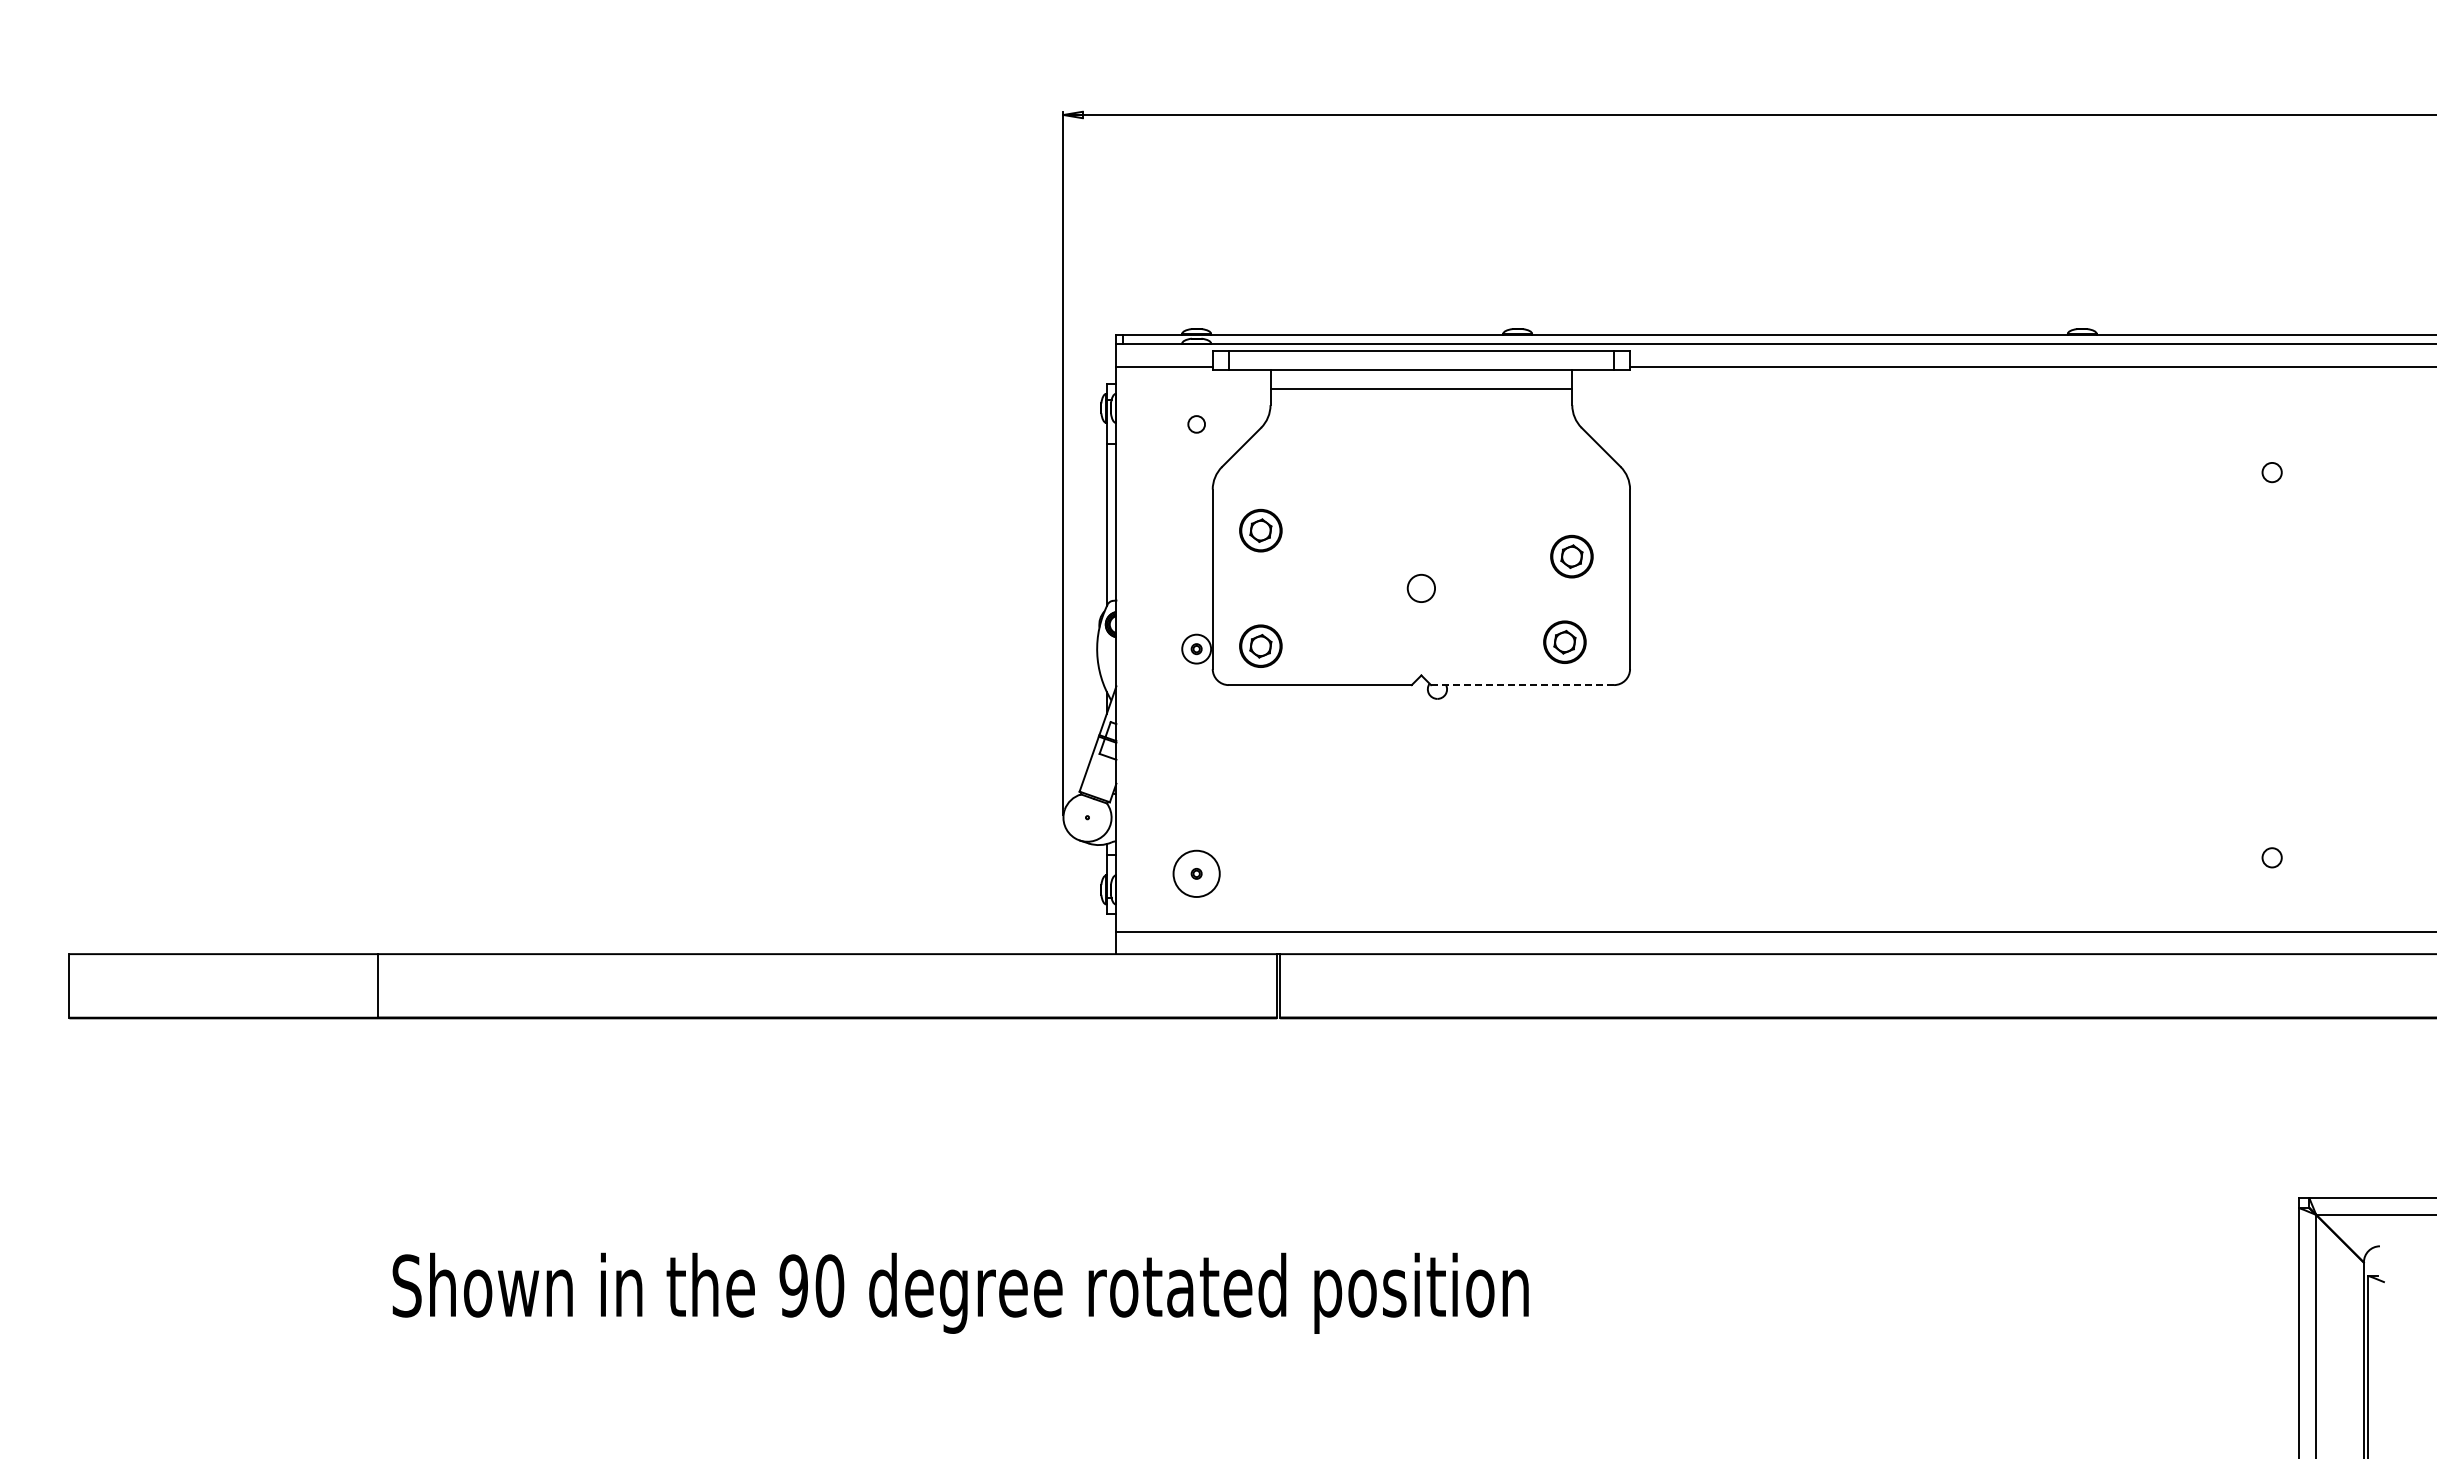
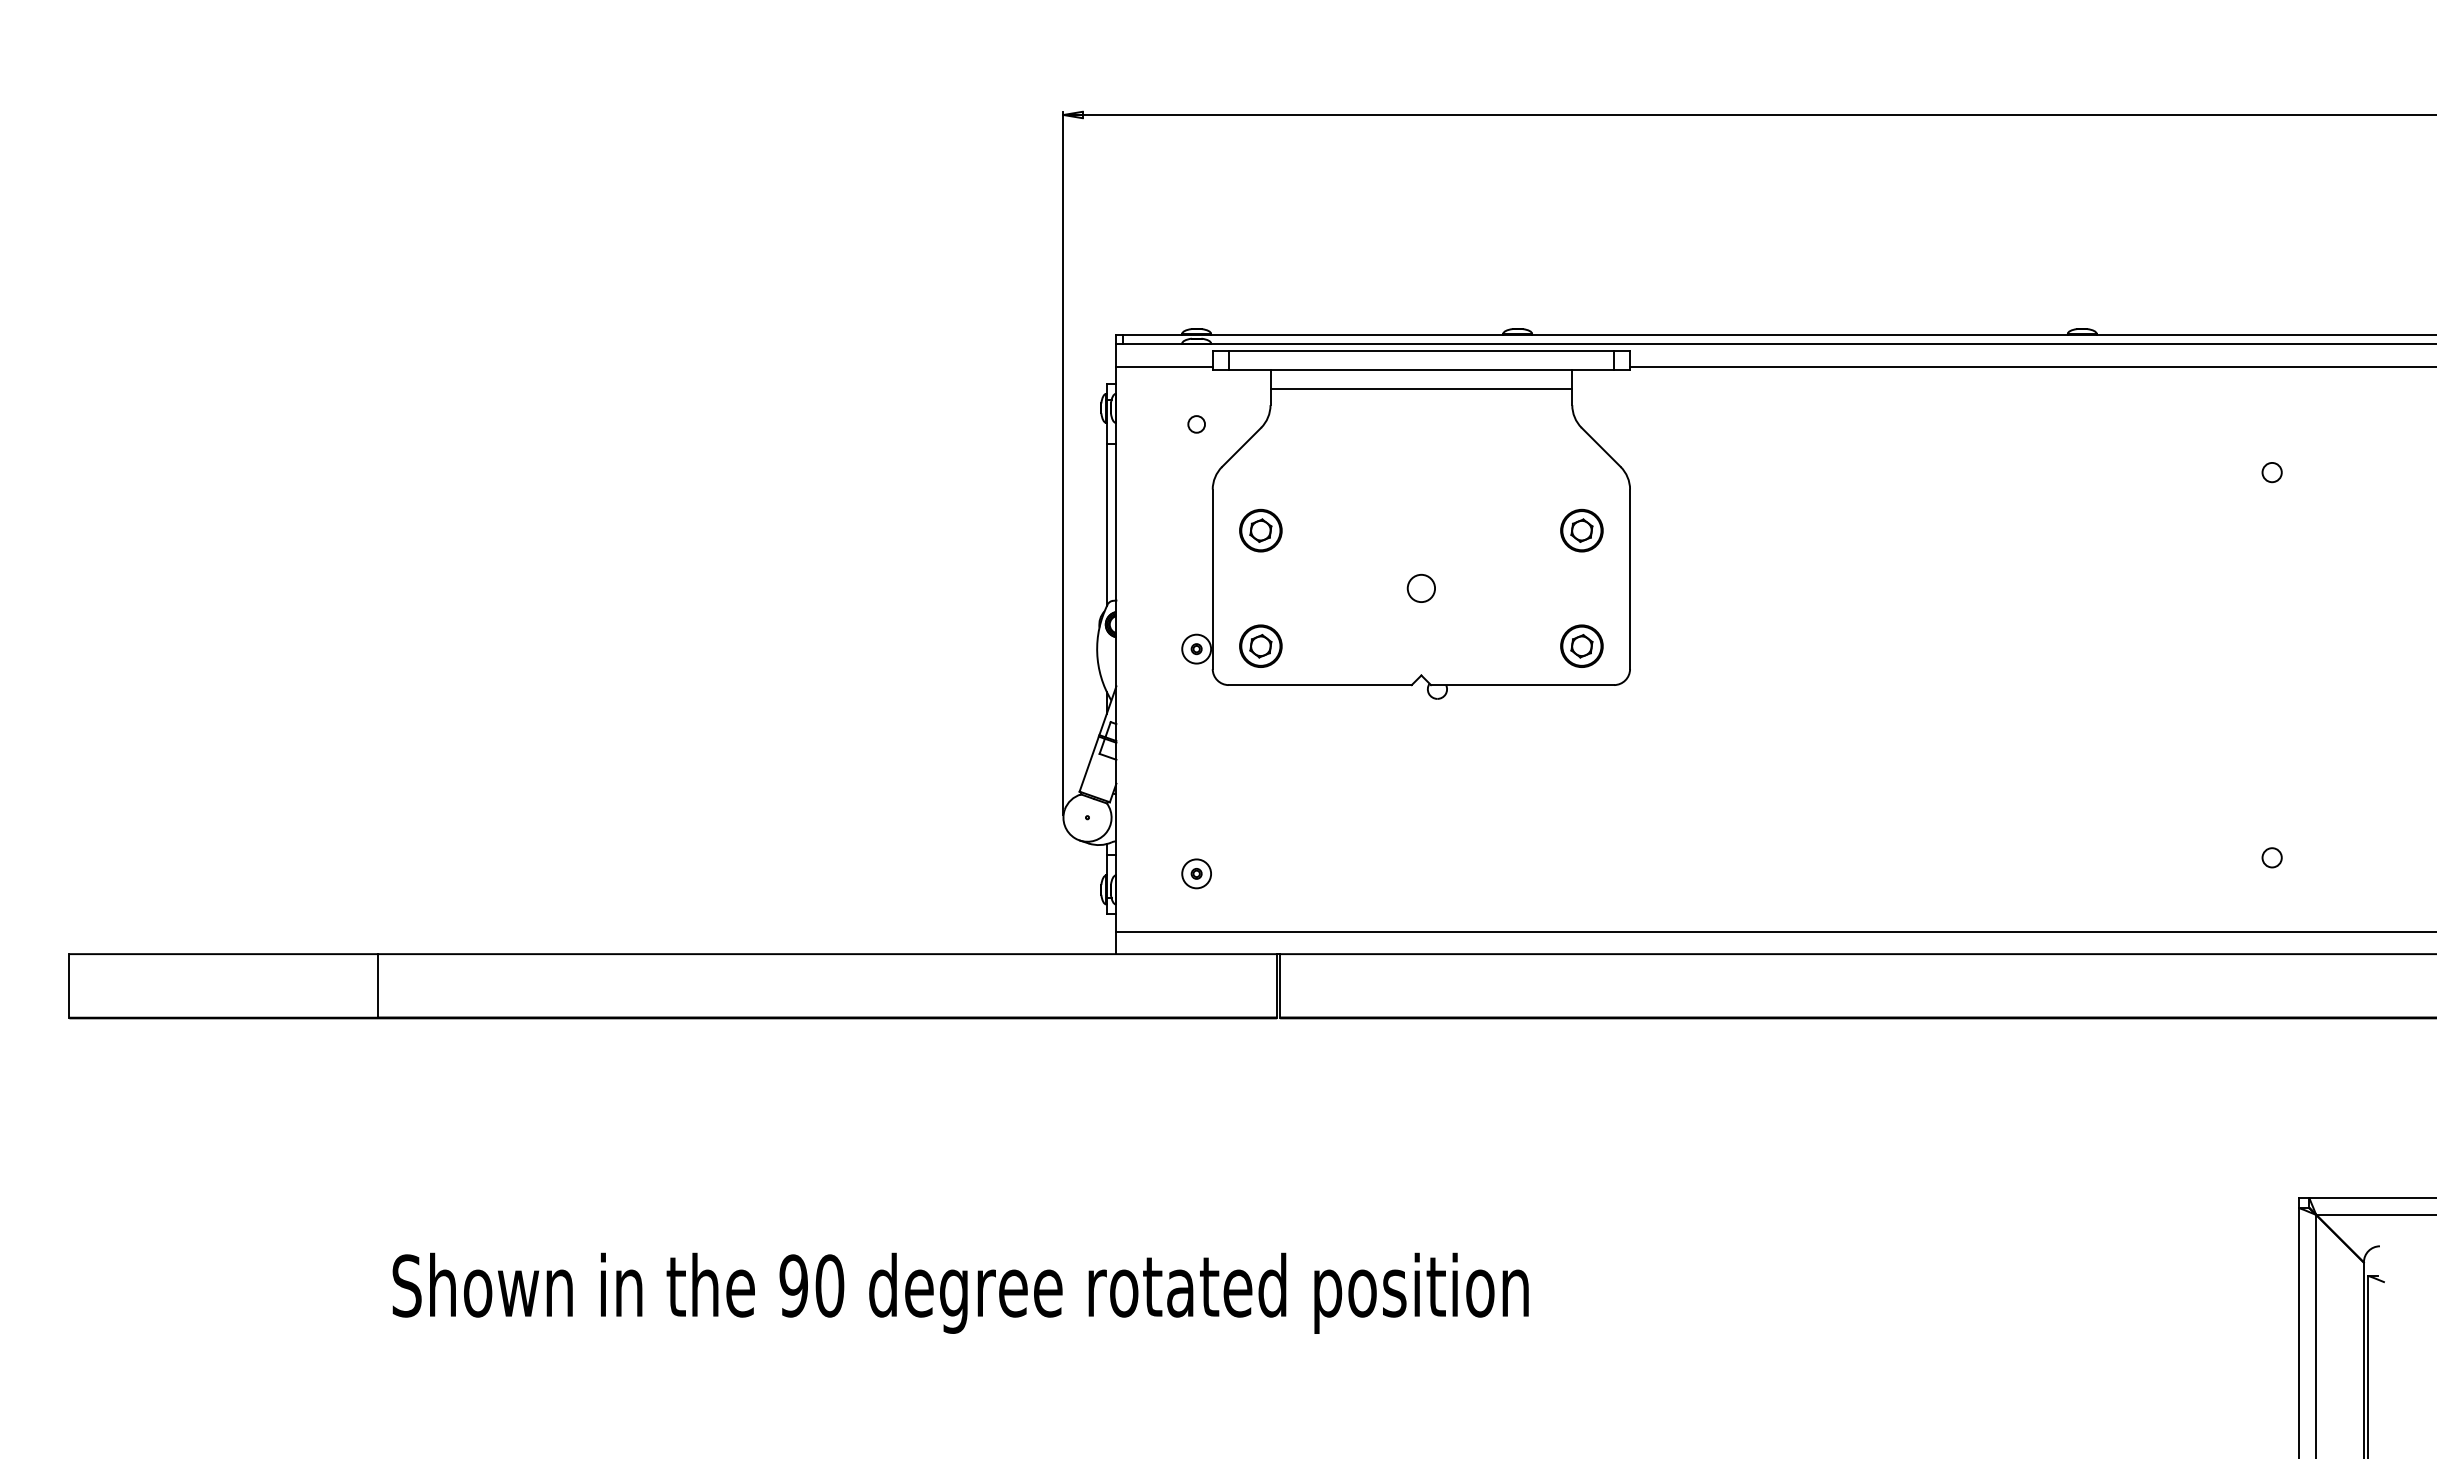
part at (1571, 556) position: (1571, 556) -> (1581, 530)
part at (1564, 641) position: (1564, 641) -> (1581, 645)
line at (1523, 685): dashed -> solid
circle at (1196, 873) diameter: 46 px -> 29 px
